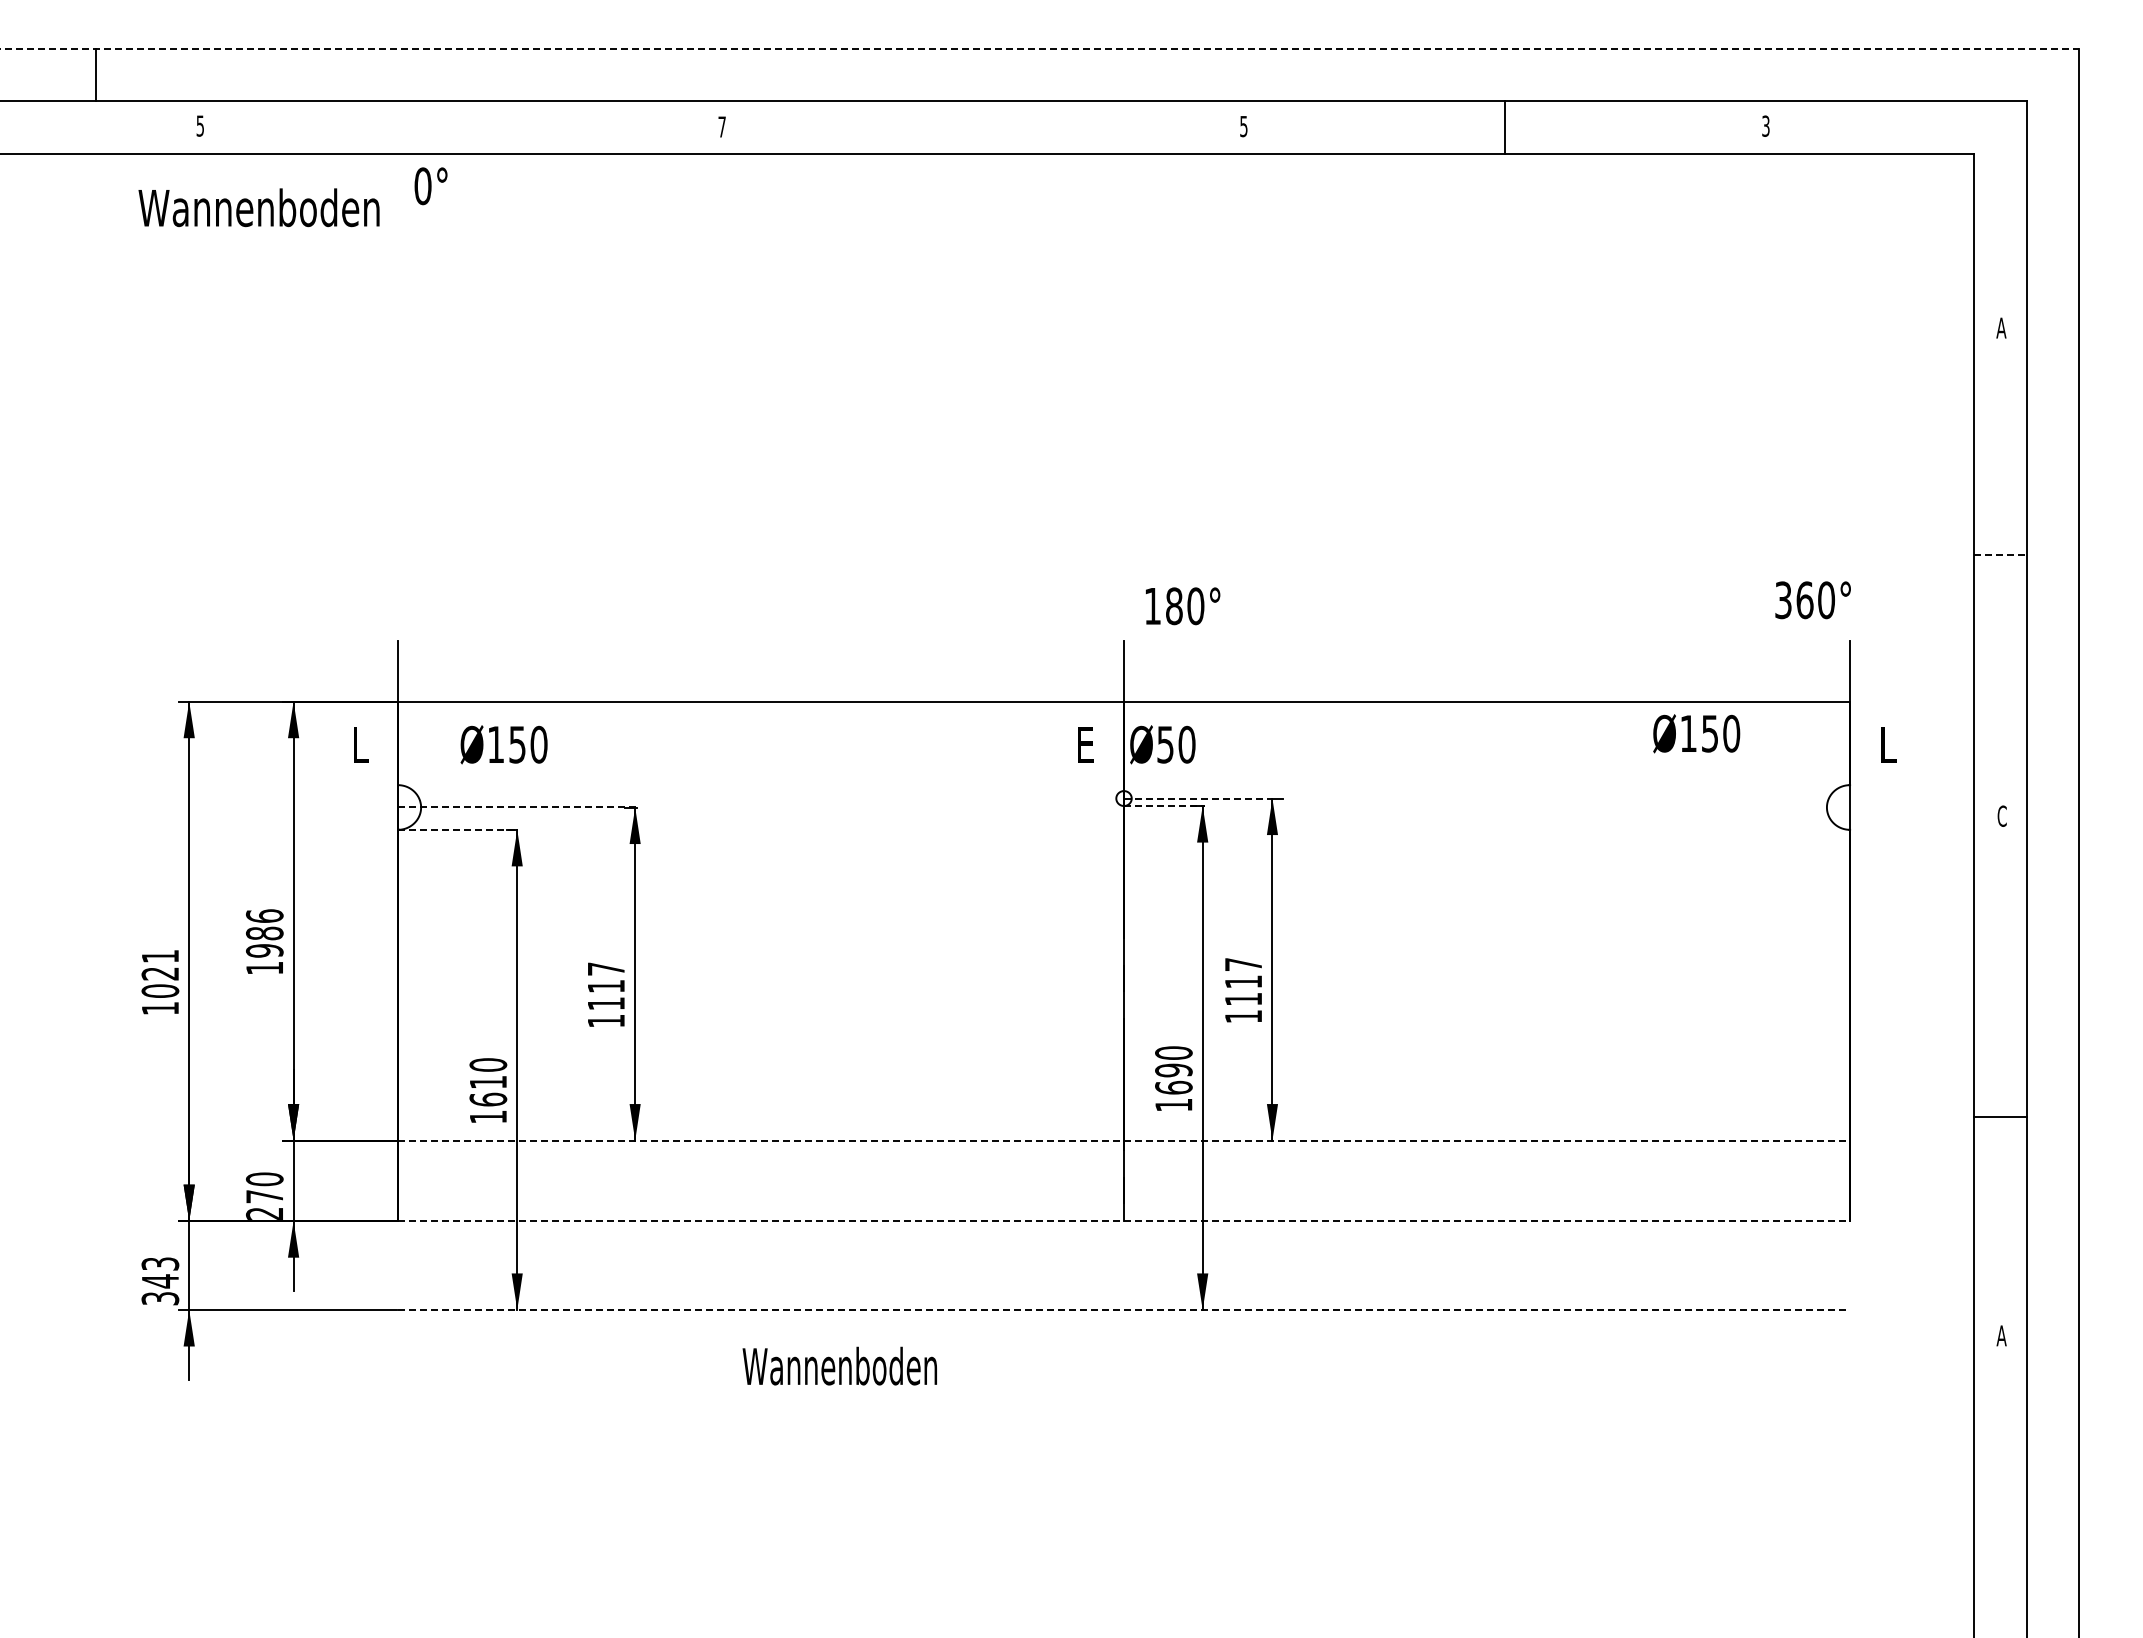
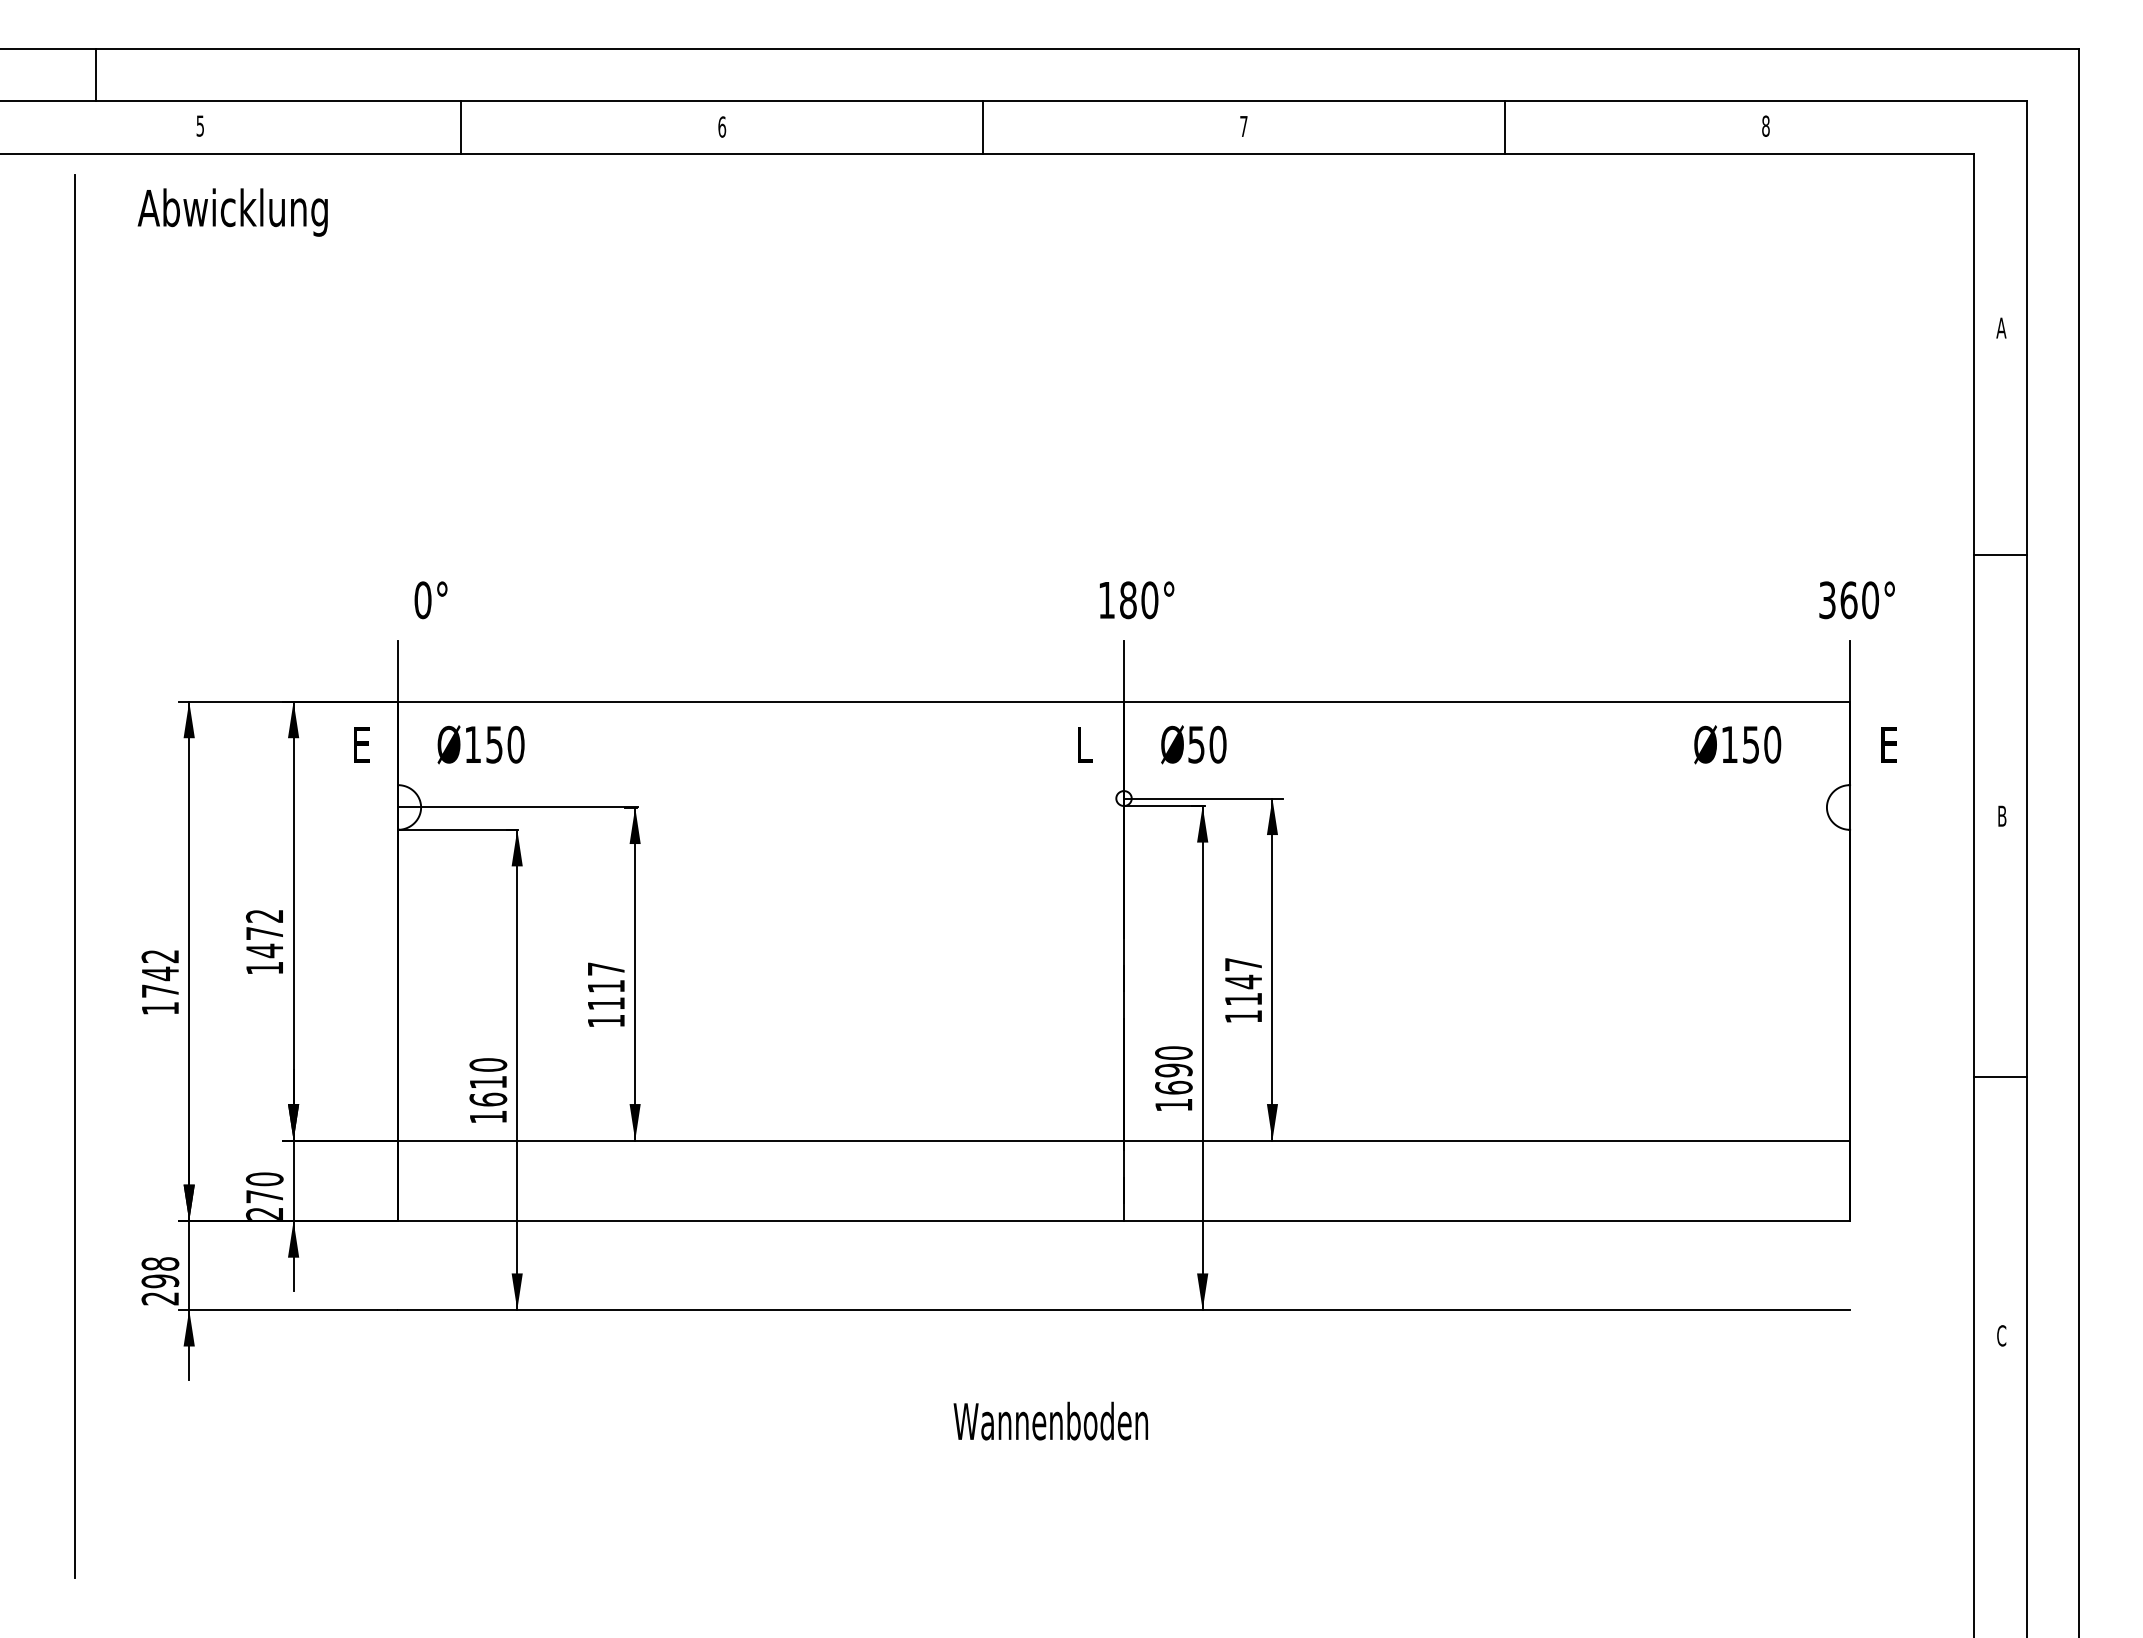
line at (1039, 49): dashed -> solid
text at (1765, 125): 3 -> 8
text at (722, 126): 7 -> 6
text at (1243, 126): 5 -> 7
line at (460, 127): none -> present
line at (982, 127): none -> present
text at (430, 186) position: (430, 186) -> (430, 600)
text at (258, 212): Wannenboden -> Abwicklung
line at (2000, 555): dashed -> solid
text at (1812, 600) position: (1812, 600) -> (1856, 600)
text at (1182, 606) position: (1182, 606) -> (1136, 600)
text at (1696, 733) position: (1696, 733) -> (1737, 744)
text at (1890, 736): L -> E
text at (363, 744): L -> E
text at (503, 744) position: (503, 744) -> (480, 744)
text at (1087, 744): E -> L
text at (1162, 744) position: (1162, 744) -> (1193, 744)
line at (1197, 798): dashed -> solid
line at (1164, 806): dashed -> solid
line at (517, 807): dashed -> solid
text at (2001, 815): C -> B
line at (457, 829): dashed -> solid
line at (74, 876): none -> present
text at (264, 933): 1986 -> 1472
text at (160, 973): 1021 -> 1742
text at (1243, 981): 1117 -> 1147
line at (2000, 1117) position: (2000, 1117) -> (2000, 1077)
line at (1124, 1140): dashed -> solid
line at (1124, 1221): dashed -> solid
text at (160, 1281): 343 -> 298
line at (1124, 1309): dashed -> solid
text at (2001, 1335): A -> C
text at (839, 1365) position: (839, 1365) -> (1050, 1420)
